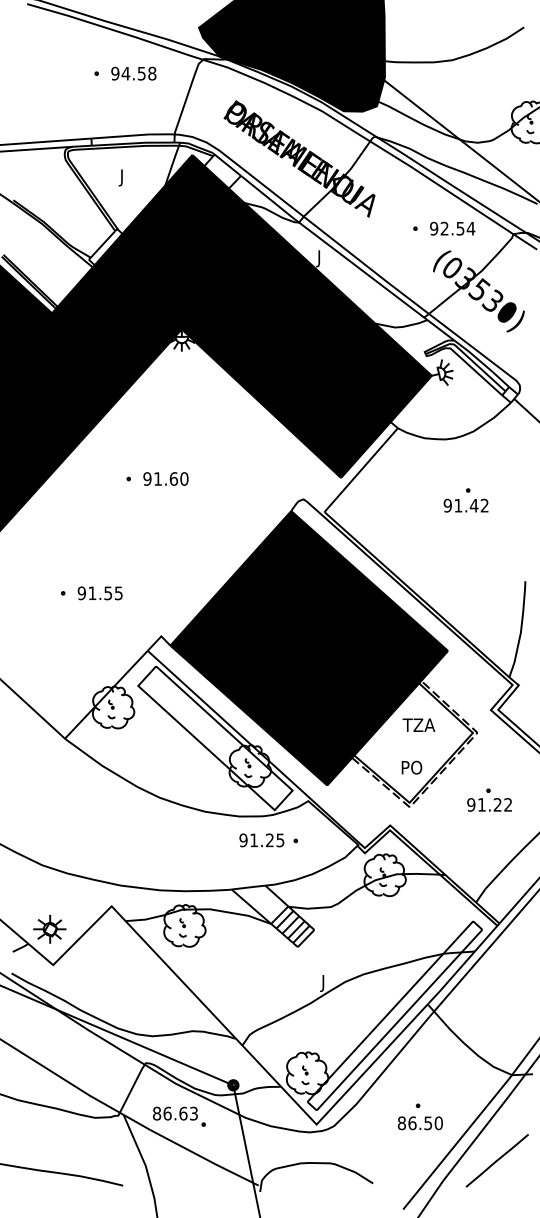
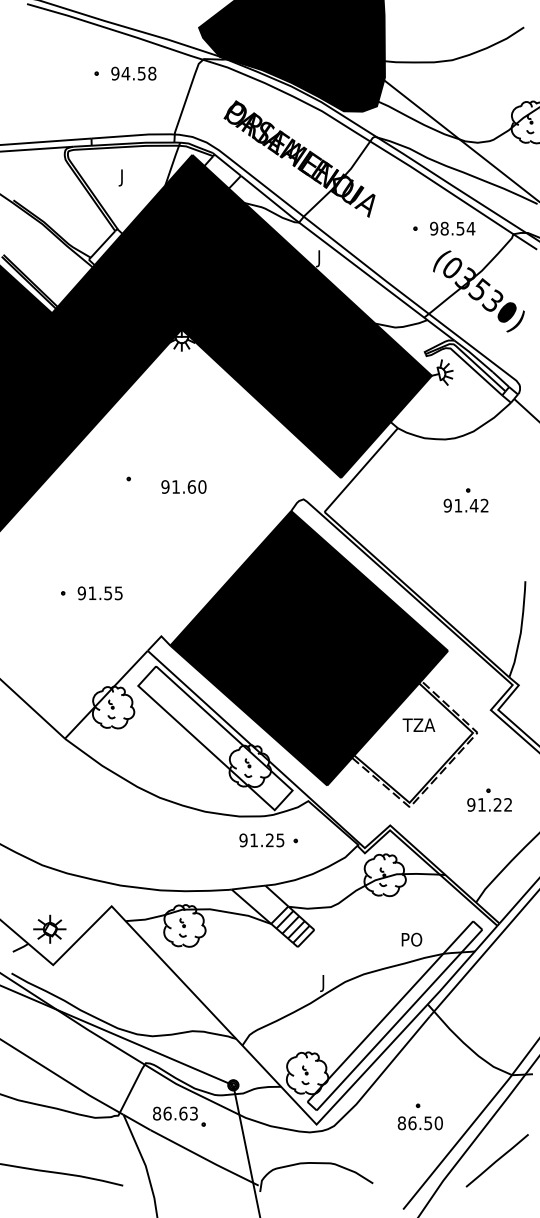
text at (444, 228): 92.54 -> 98.54
text at (165, 478) position: (165, 478) -> (183, 486)
text at (411, 767) position: (411, 767) -> (411, 939)
